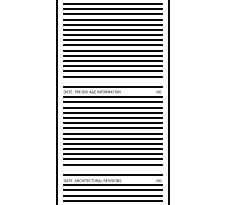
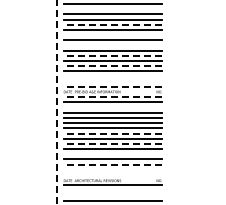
line at (112, 9): present -> none
line at (112, 24): solid -> dashed
line at (112, 35): present -> none
line at (112, 45): present -> none
line at (112, 55): solid -> dashed
line at (112, 66): solid -> dashed
line at (112, 76): present -> none
line at (112, 86): solid -> dashed
line at (112, 97): solid -> dashed
line at (168, 101): present -> none
line at (57, 102): solid -> dashed
line at (112, 107): present -> none
line at (112, 133): solid -> dashed
line at (112, 143): solid -> dashed
line at (112, 154): present -> none
line at (112, 164): solid -> dashed
line at (112, 174): present -> none
line at (112, 190): present -> none
line at (112, 195): present -> none
